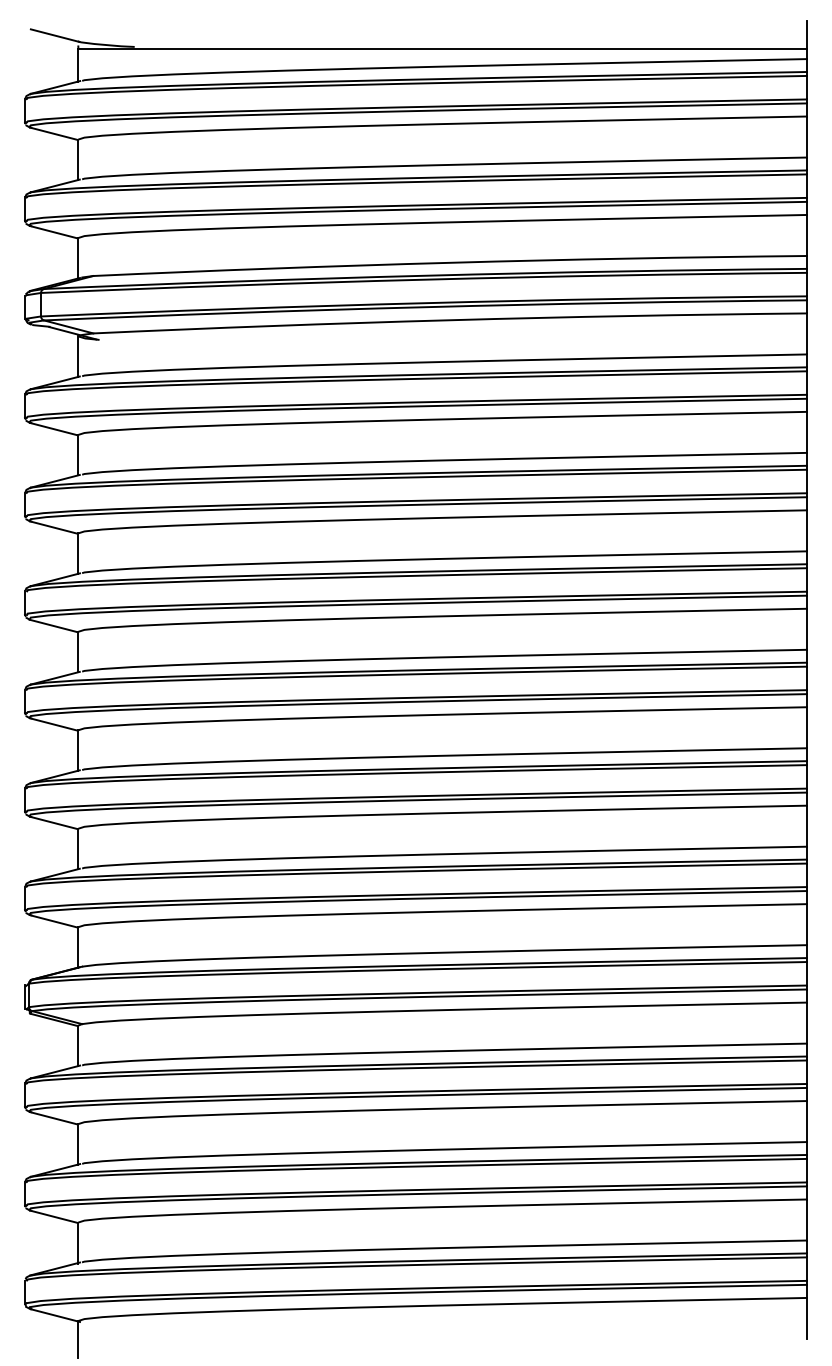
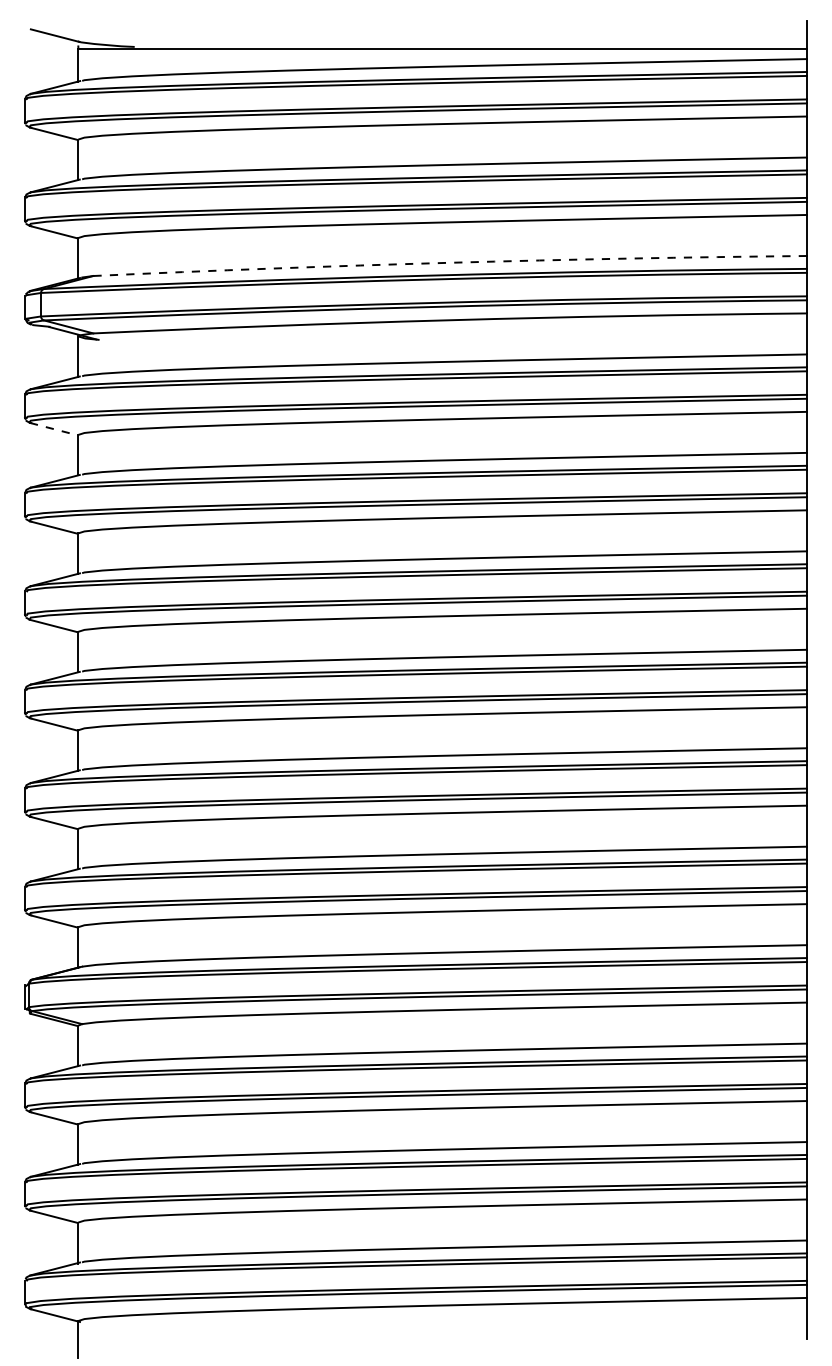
arc at (450, 262): solid -> dashed
line at (54, 429): solid -> dashed
